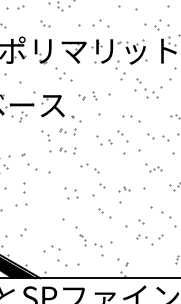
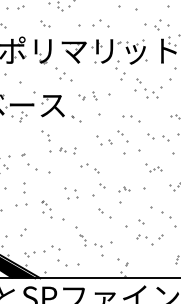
part at (67, 131): present -> none
part at (46, 209): none -> present
part at (29, 254): none -> present
